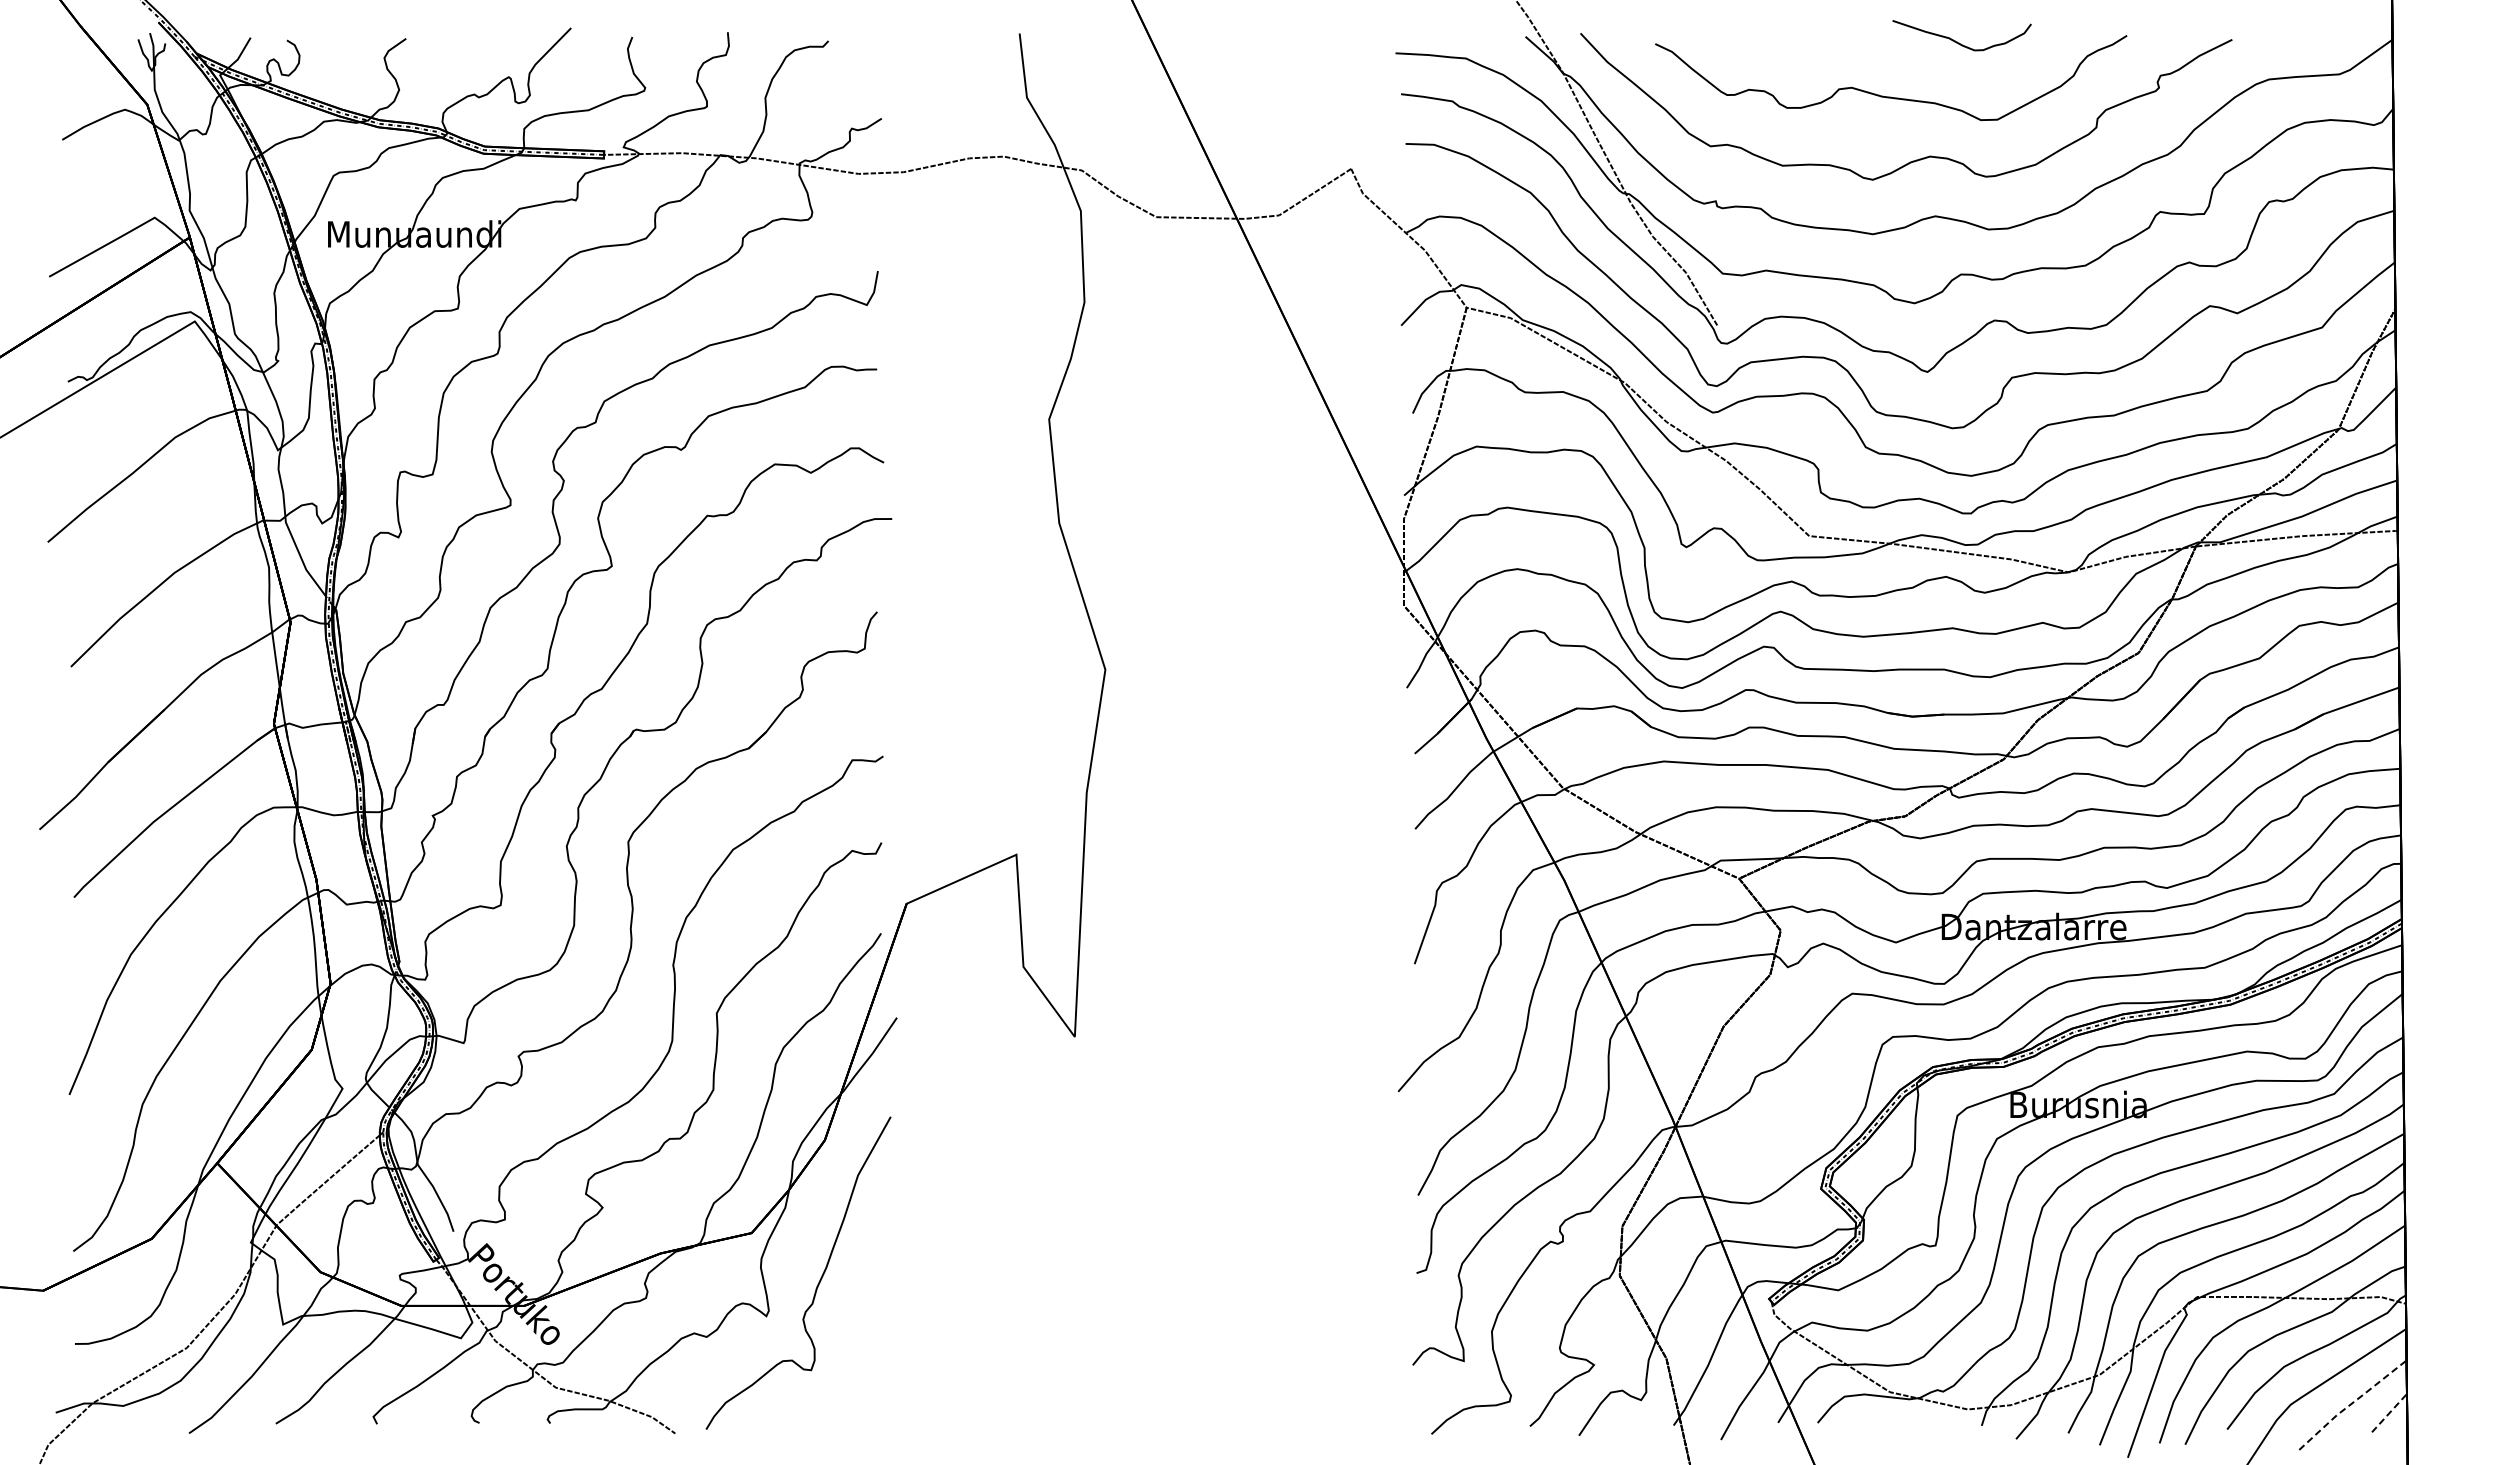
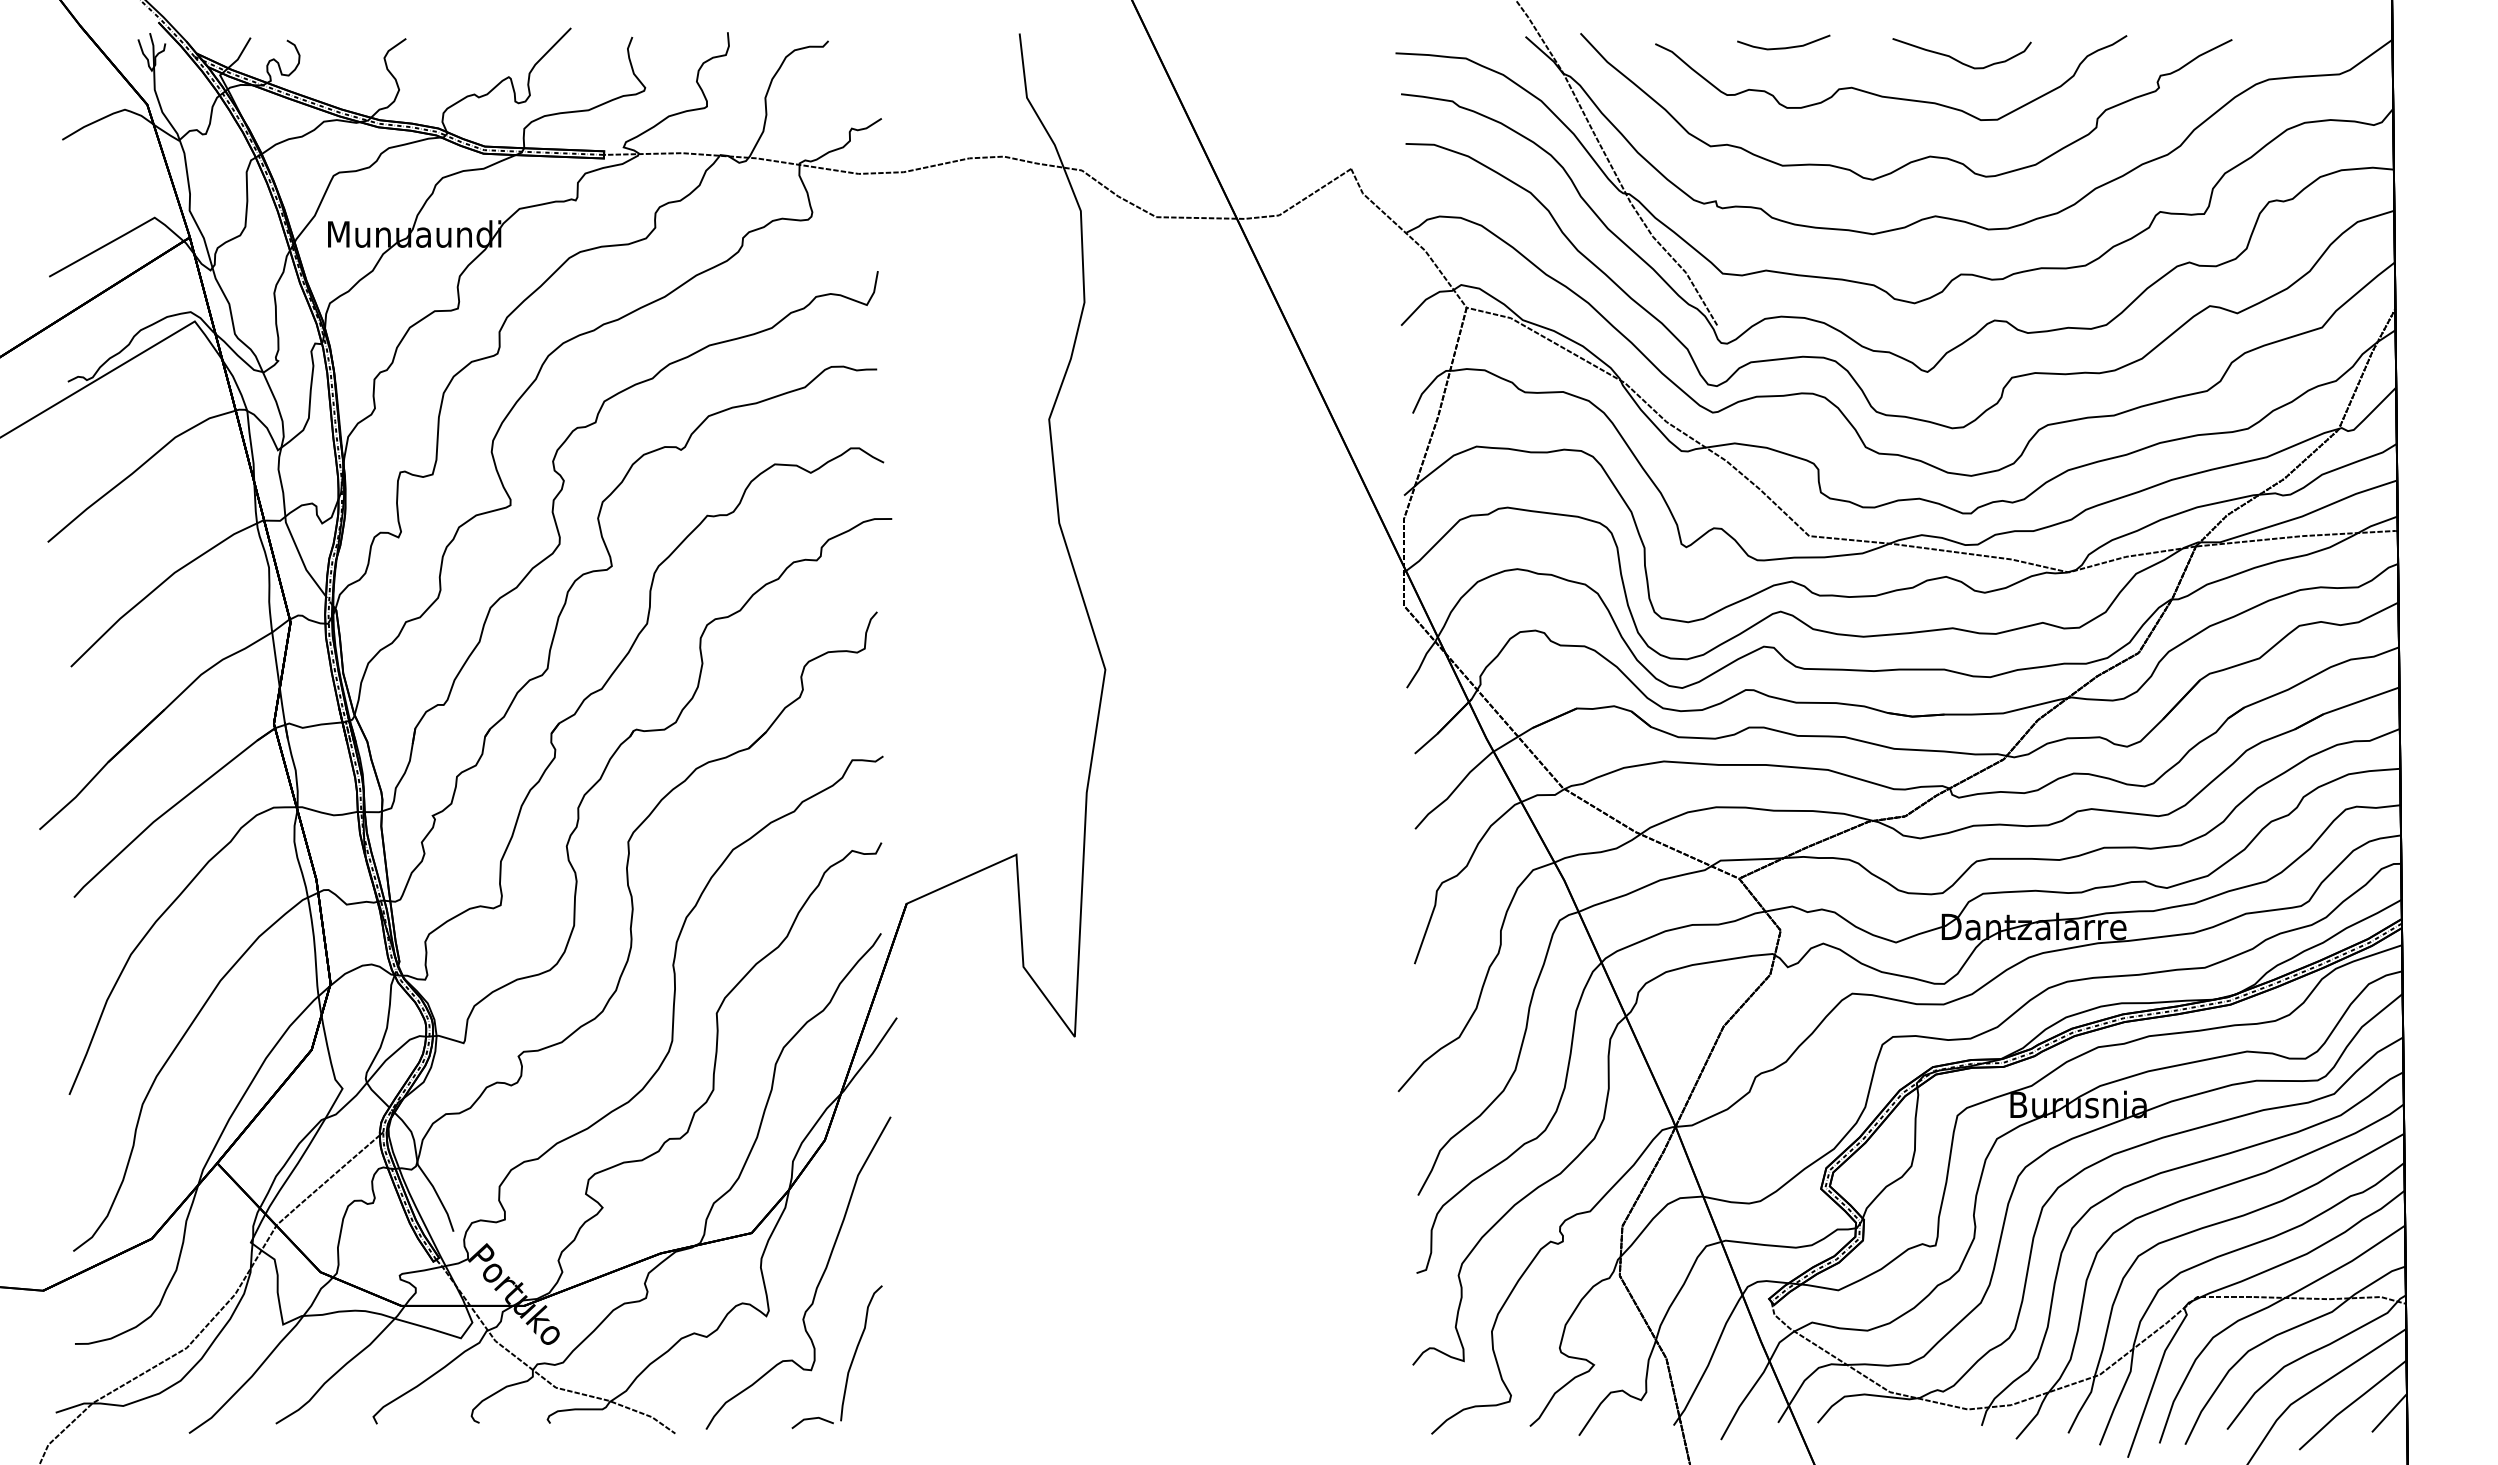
curve at (1957, 41) position: (1957, 41) -> (1957, 59)
curve at (1783, 47): none -> present
part at (850, 1363): none -> present
line at (2352, 1403): dashed -> solid
line at (2389, 1413): dashed -> solid
